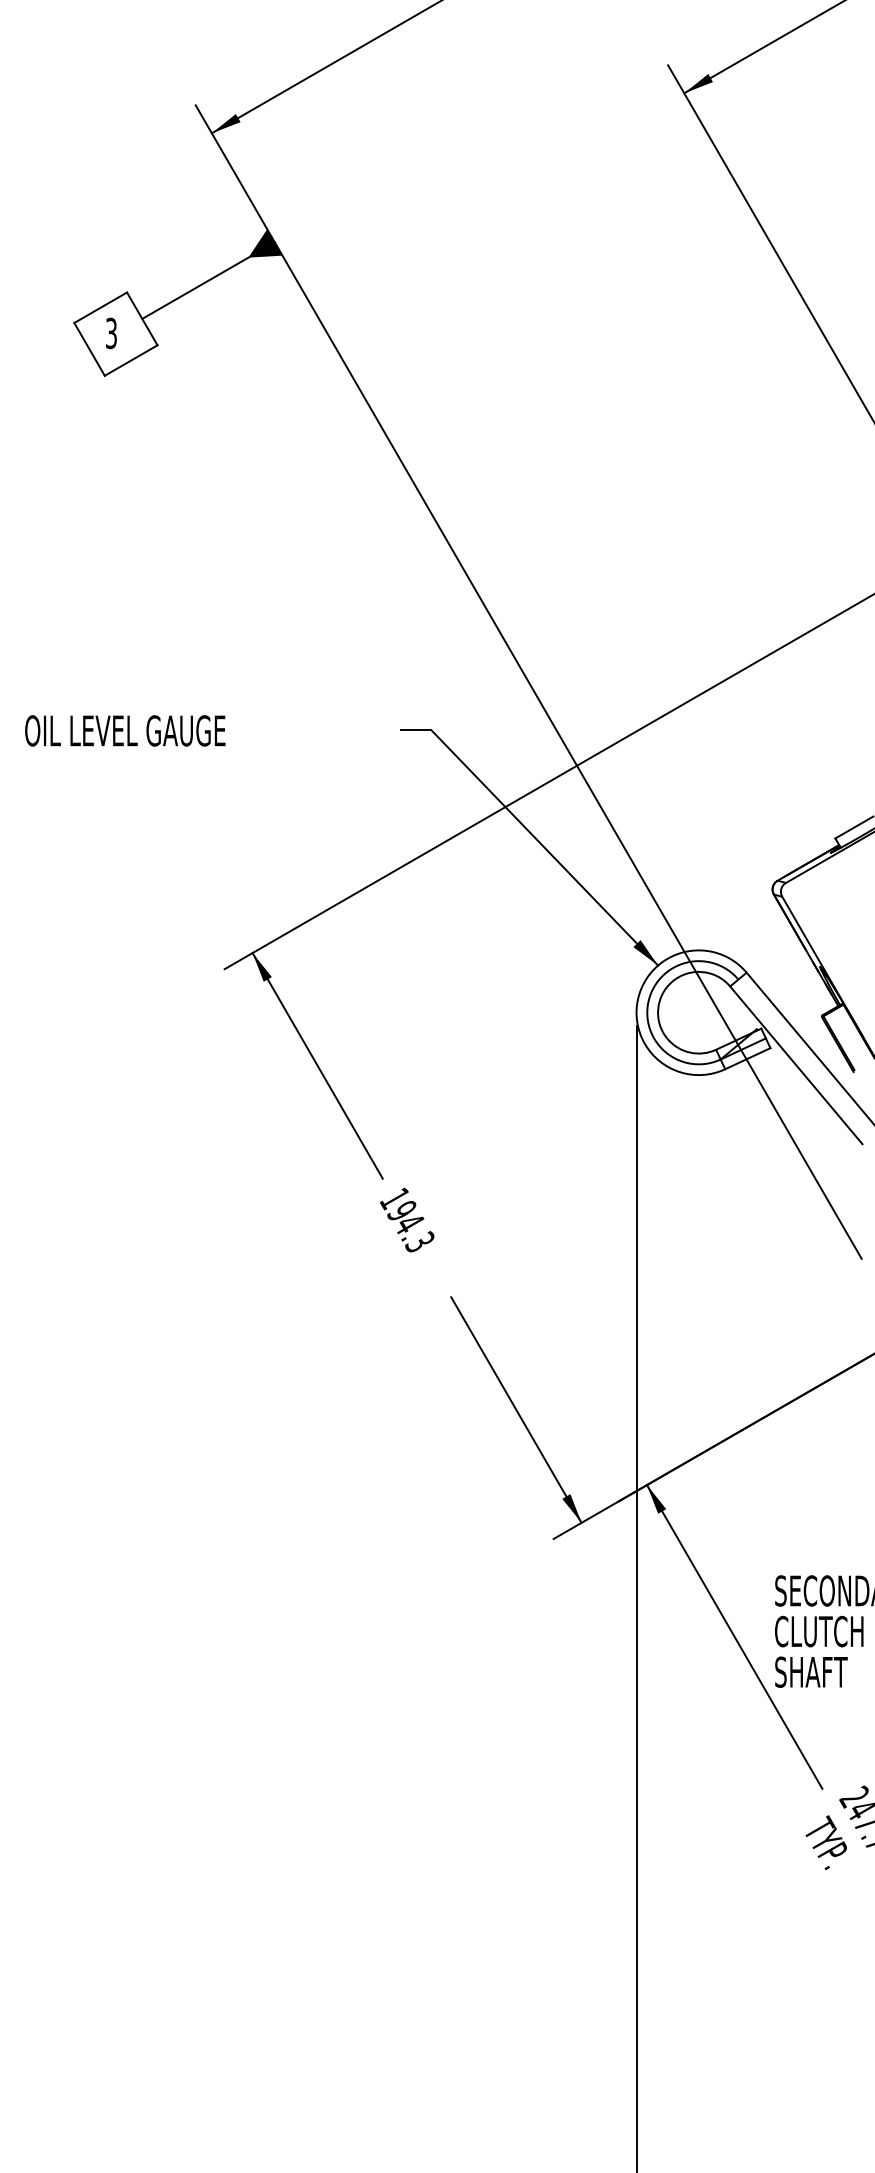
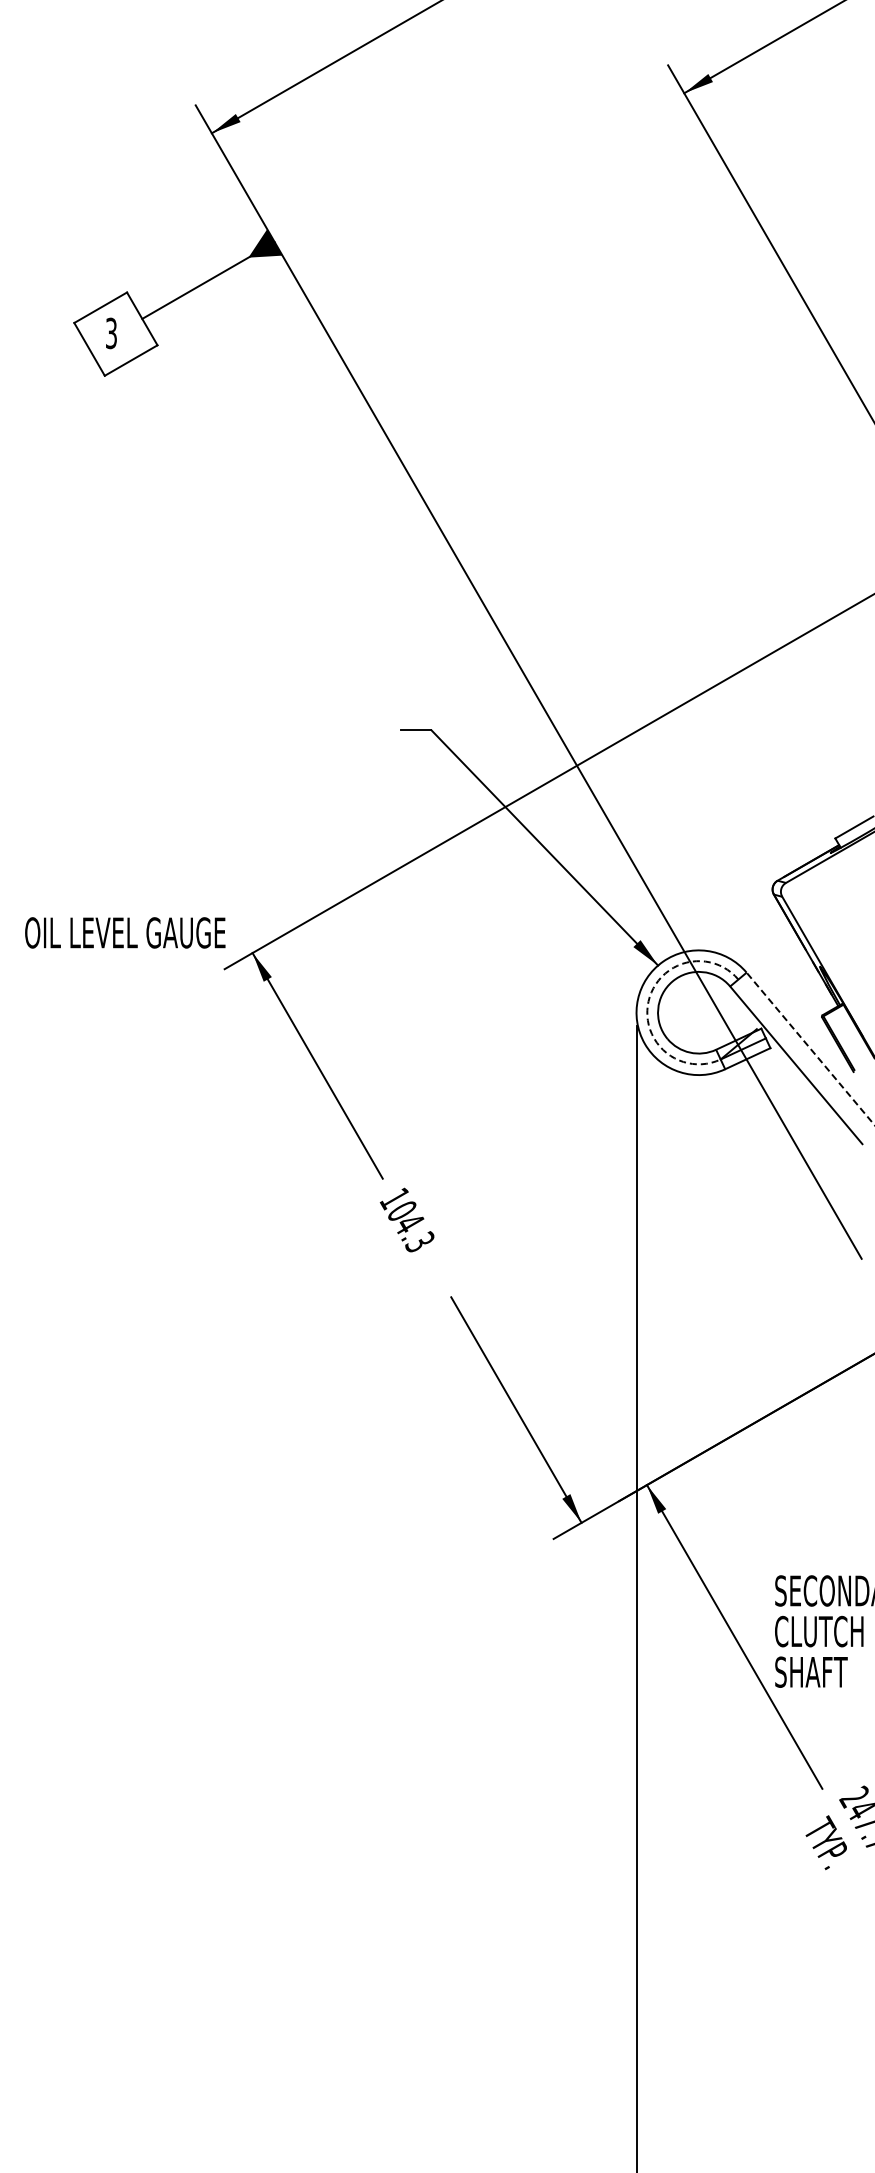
text at (125, 730) position: (125, 730) -> (125, 932)
arc at (648, 1001): solid -> dashed
line at (810, 1048): solid -> dashed
text at (401, 1210): 194.3 -> 104.3
